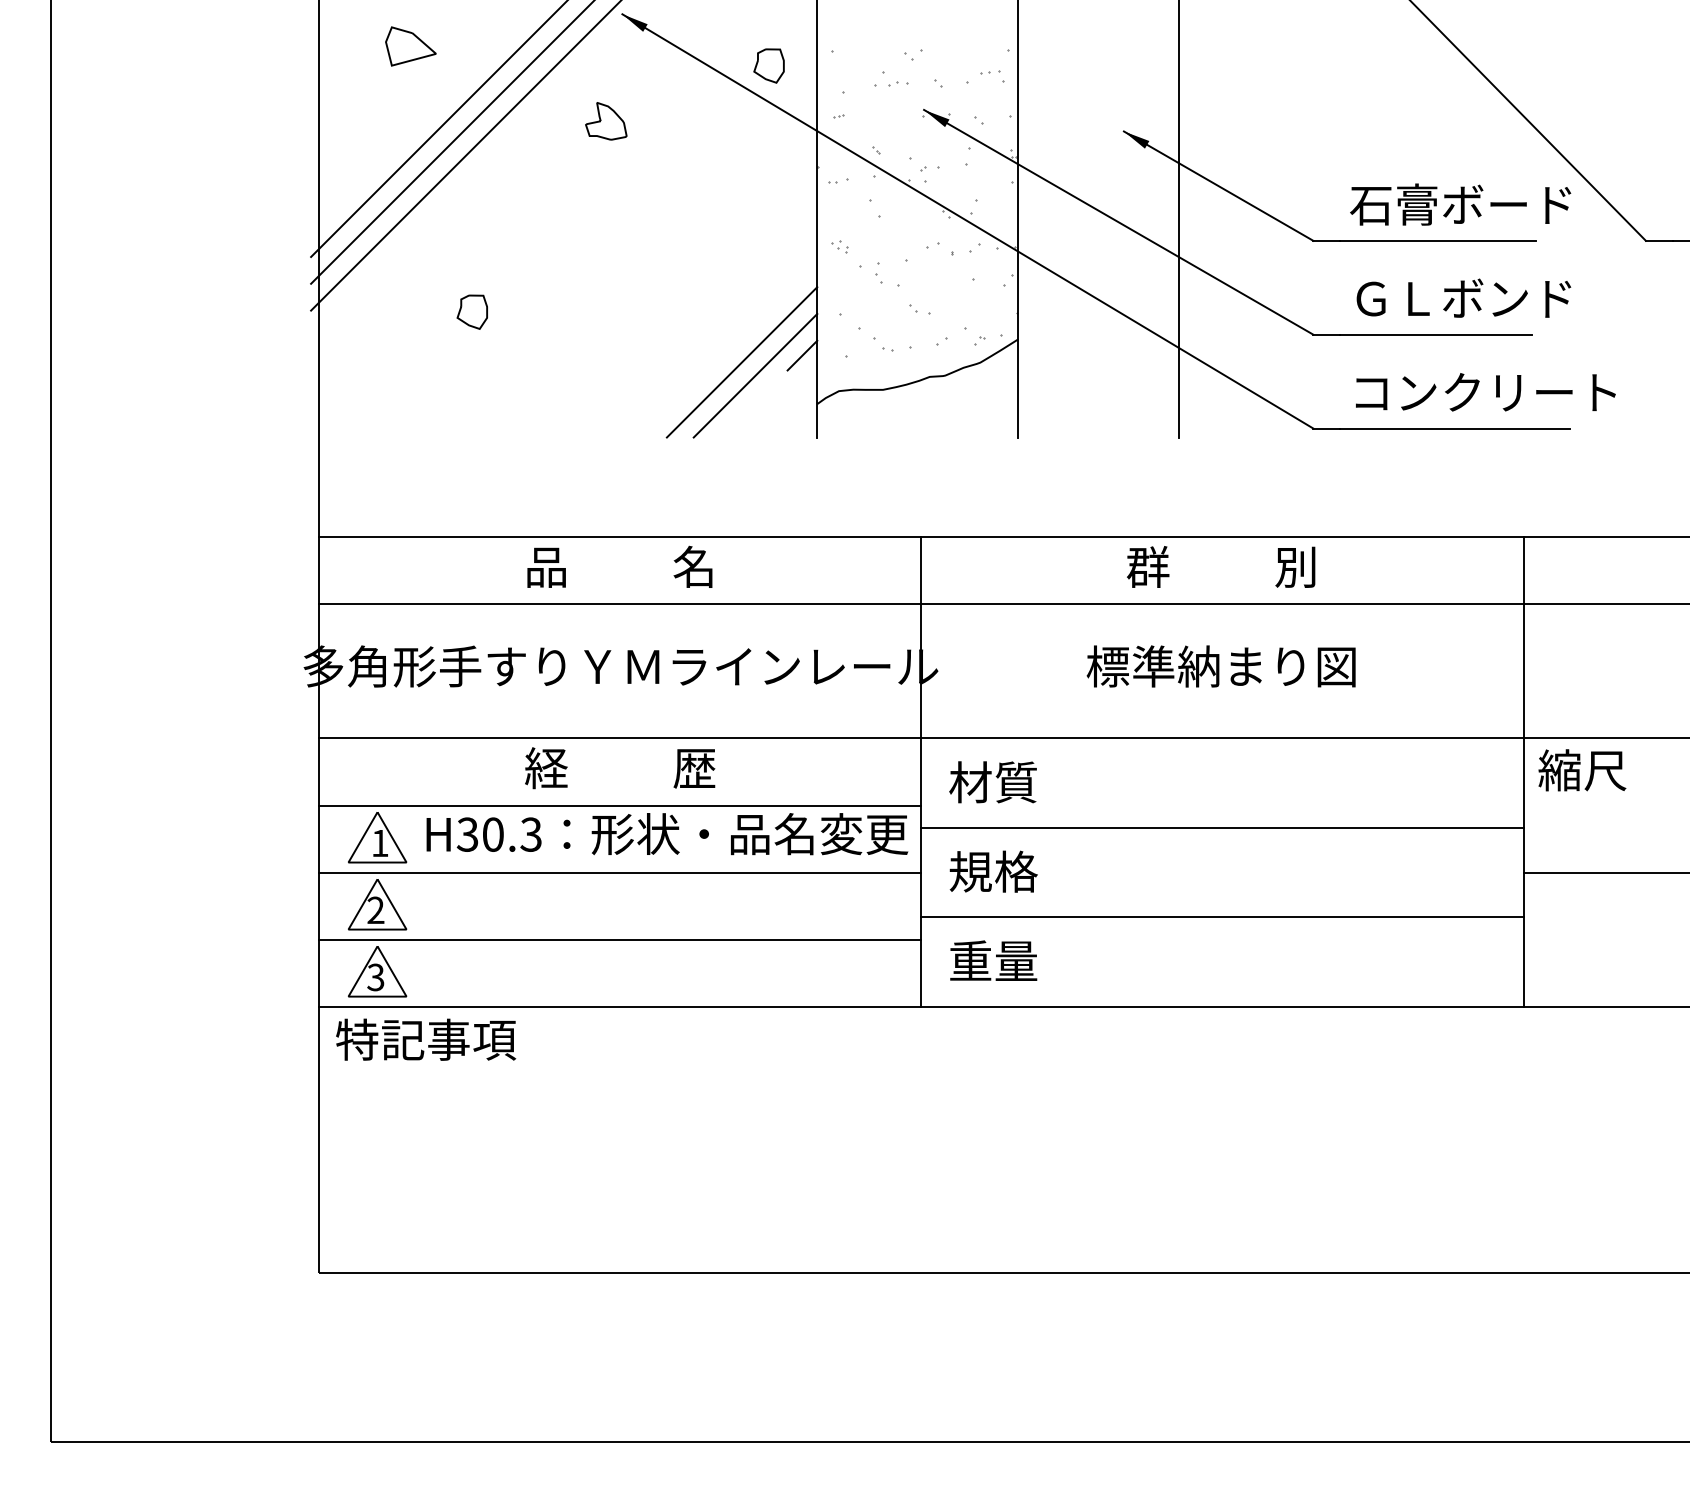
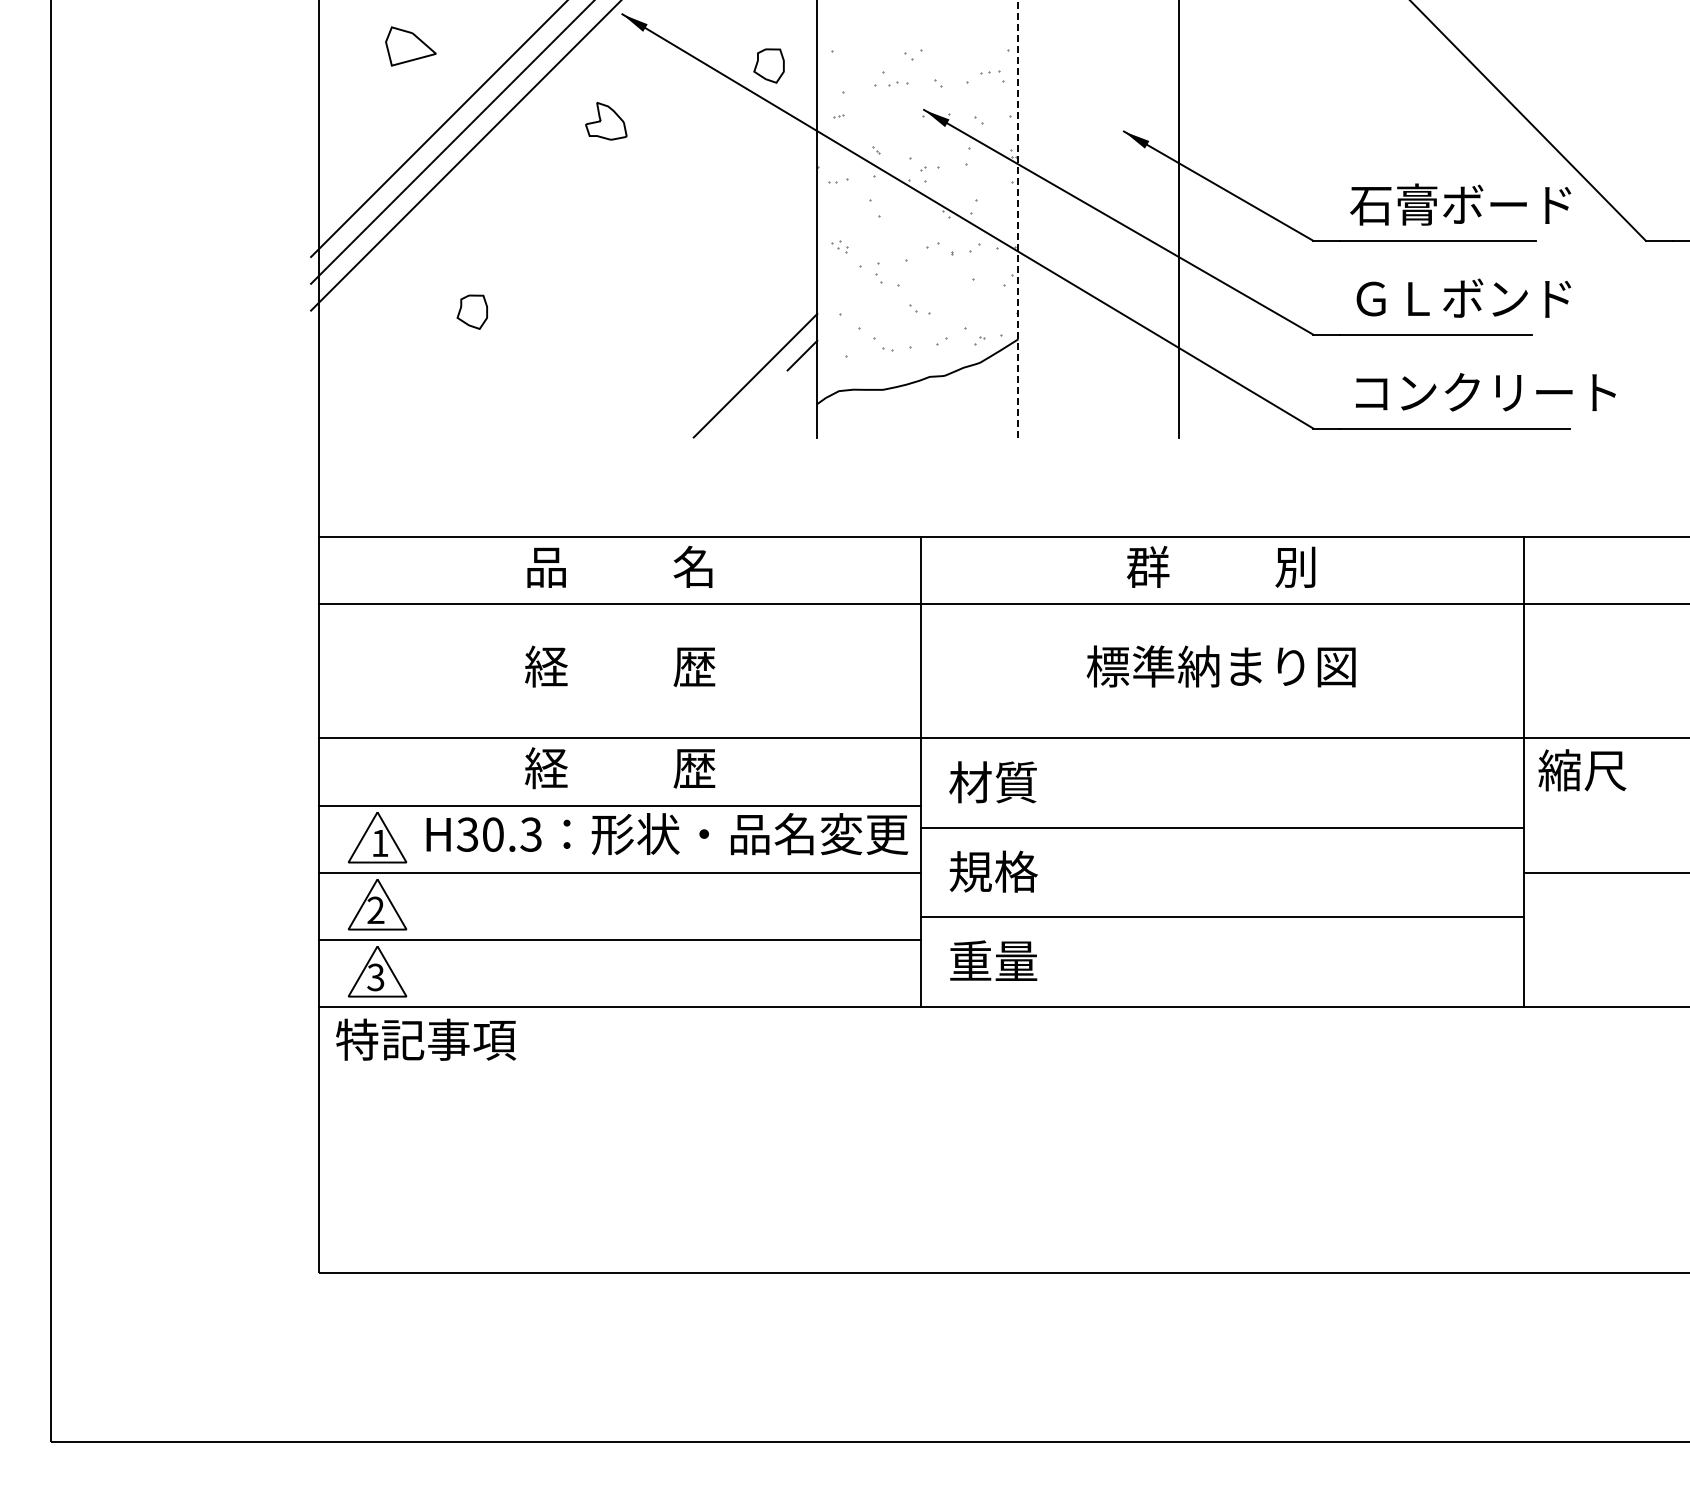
line at (1018, 218): solid -> dashed
line at (741, 362): present -> none
text at (620, 666): 多角形手すりＹＭラインレール -> 経          歴
